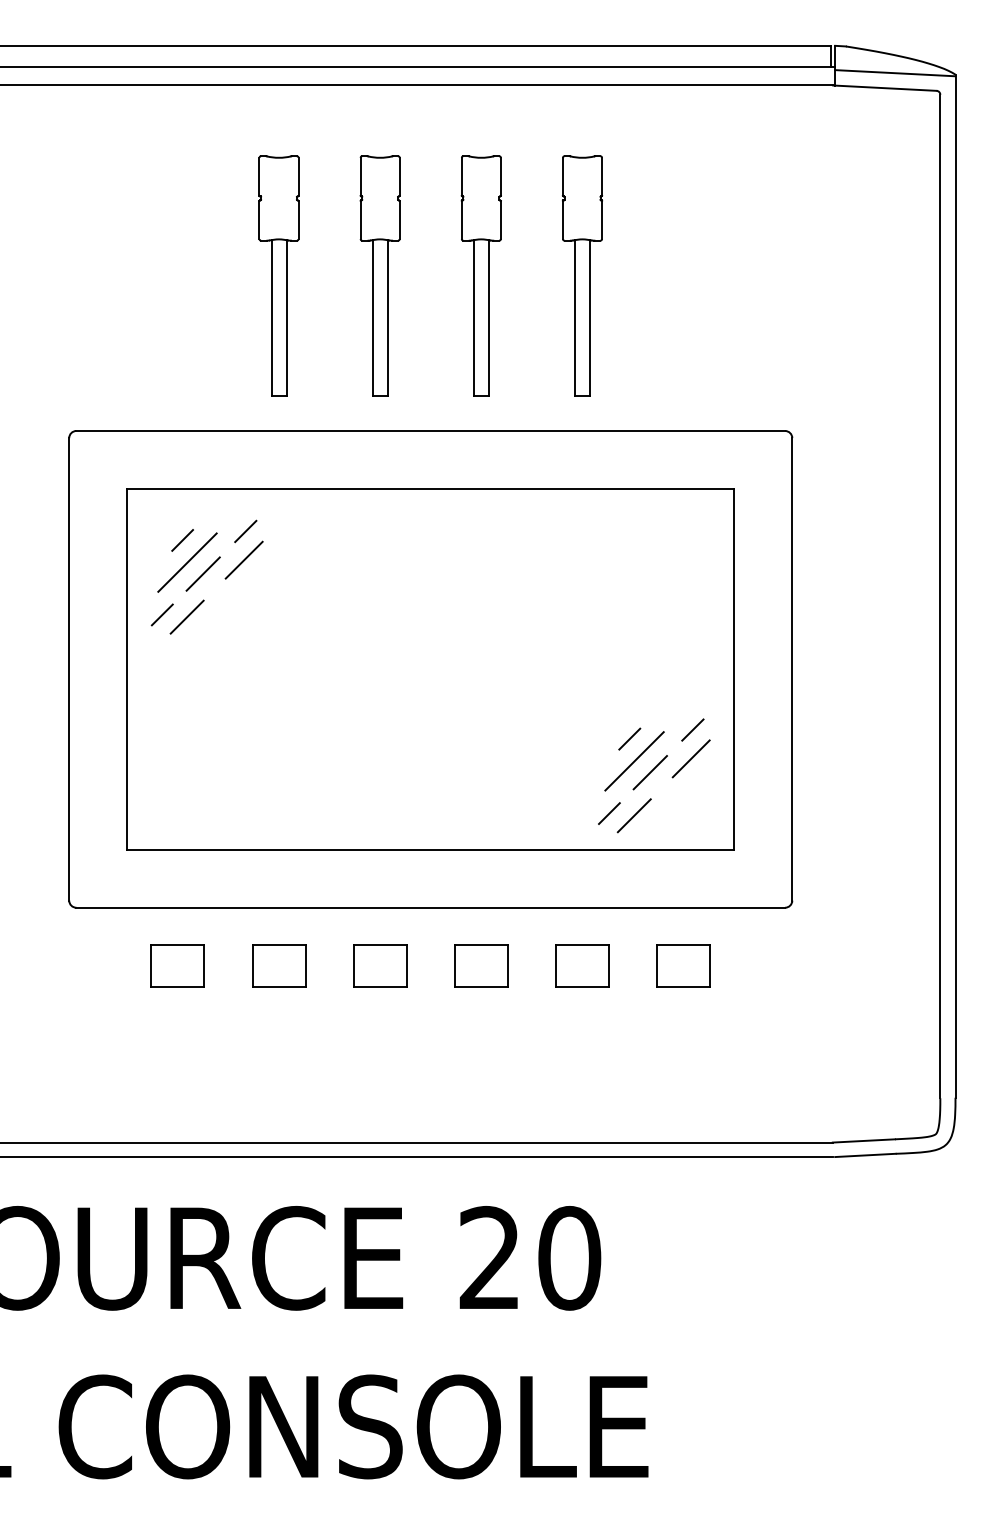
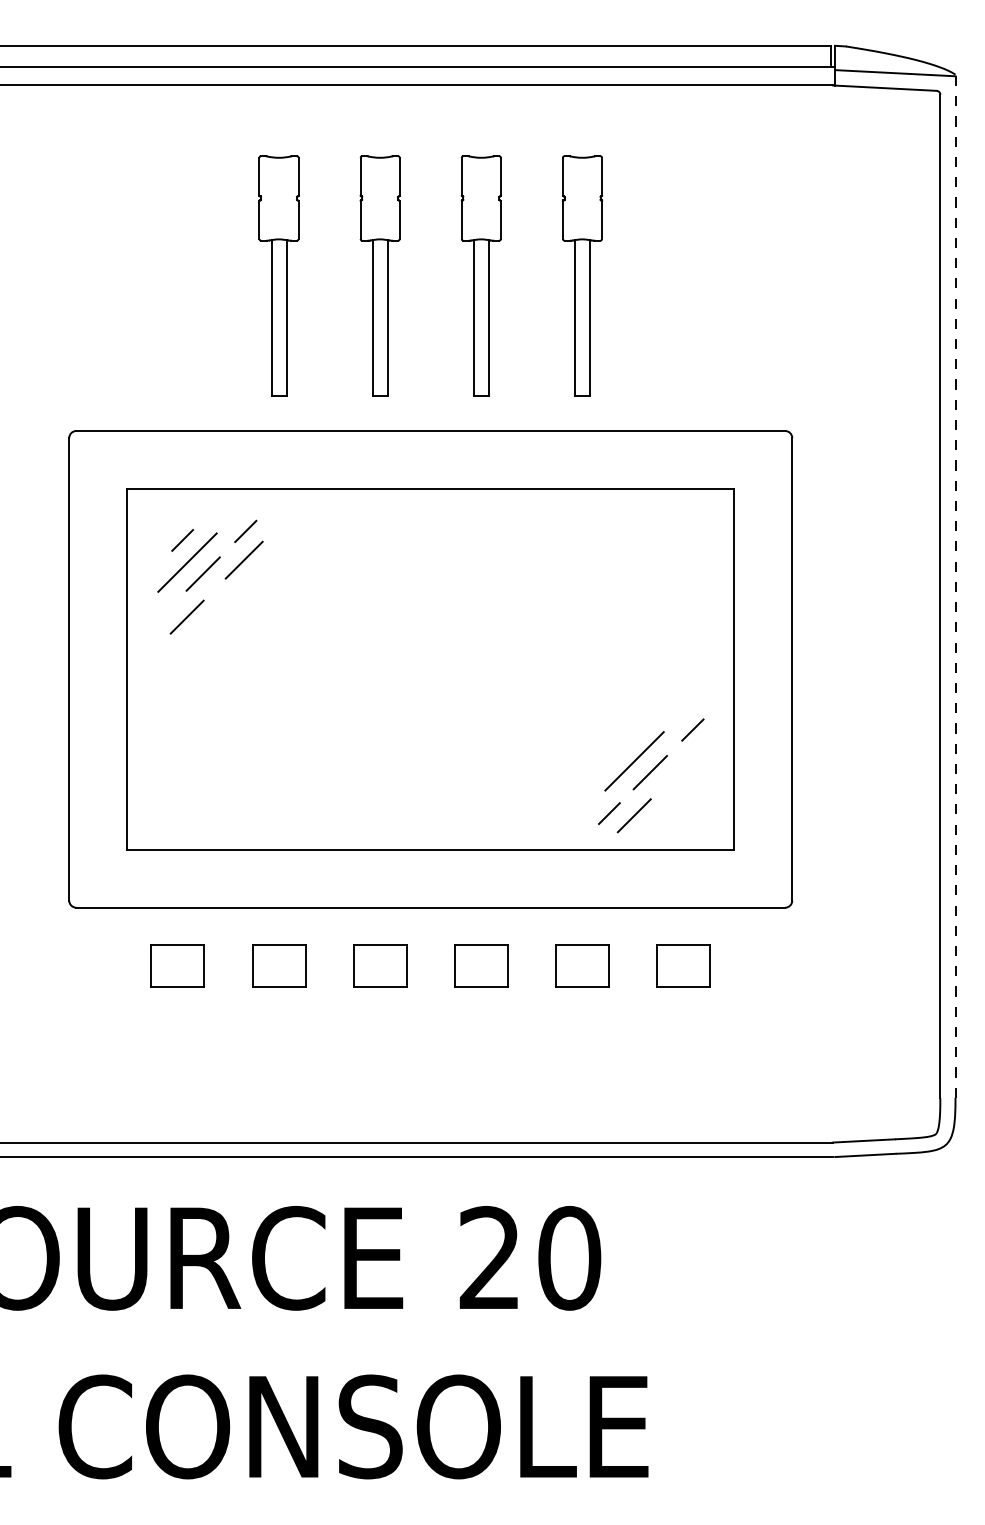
line at (955, 586): solid -> dashed
line at (161, 614): present -> none
line at (629, 738): present -> none
line at (690, 758): present -> none
